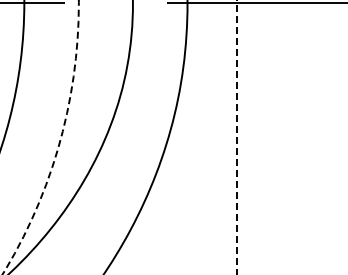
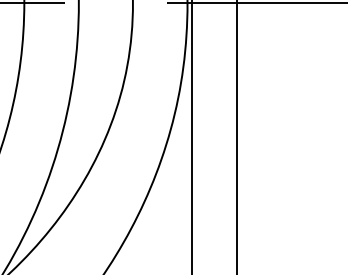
line at (192, 136): none -> present
line at (236, 137): dashed -> solid
arc at (59, 142): dashed -> solid
